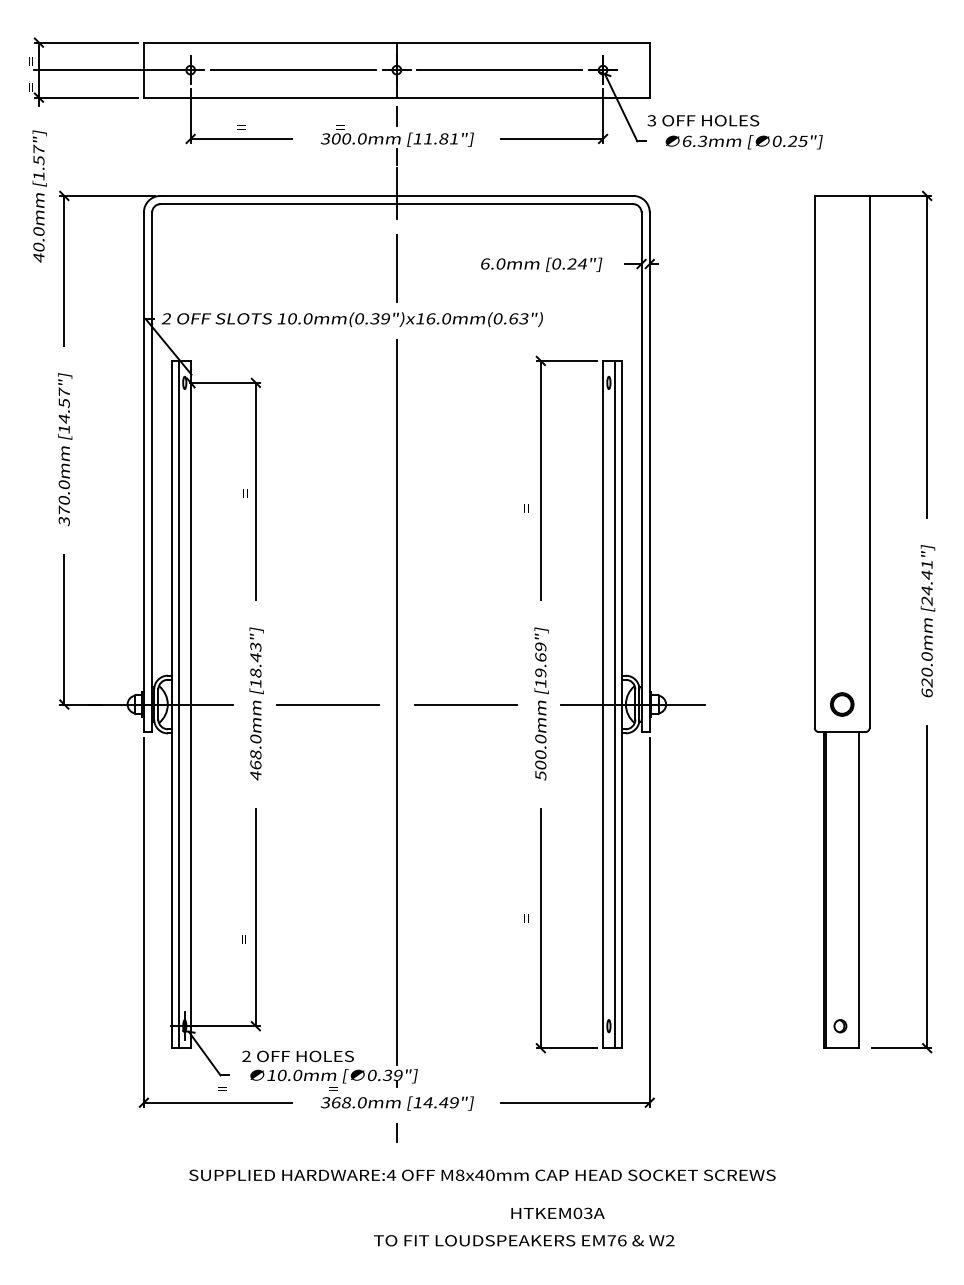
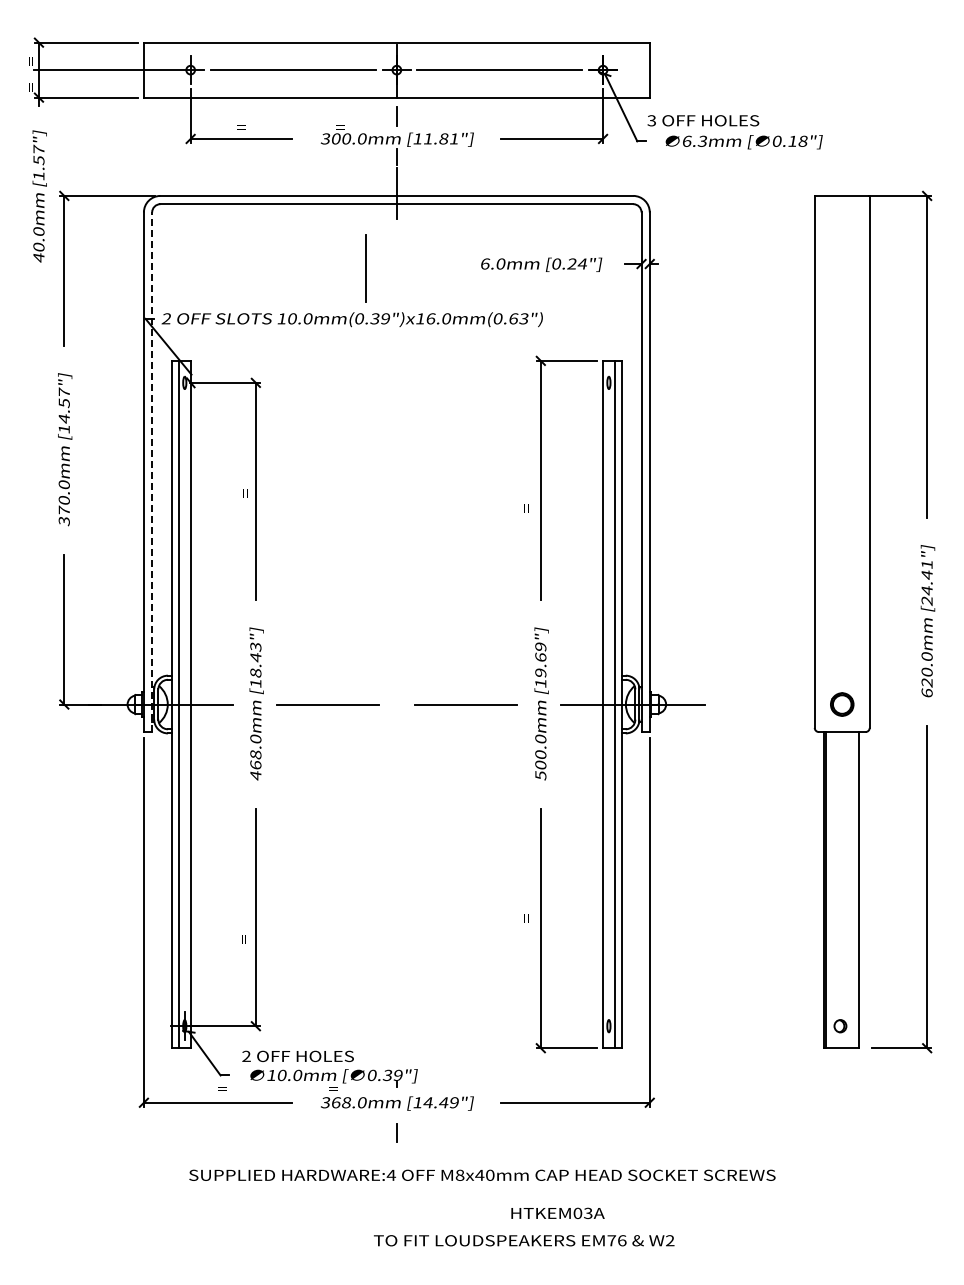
text at (797, 140): 0.25"] -> 0.18"]
line at (396, 268) position: (396, 268) -> (365, 268)
line at (152, 472): solid -> dashed
line at (396, 702): present -> none
